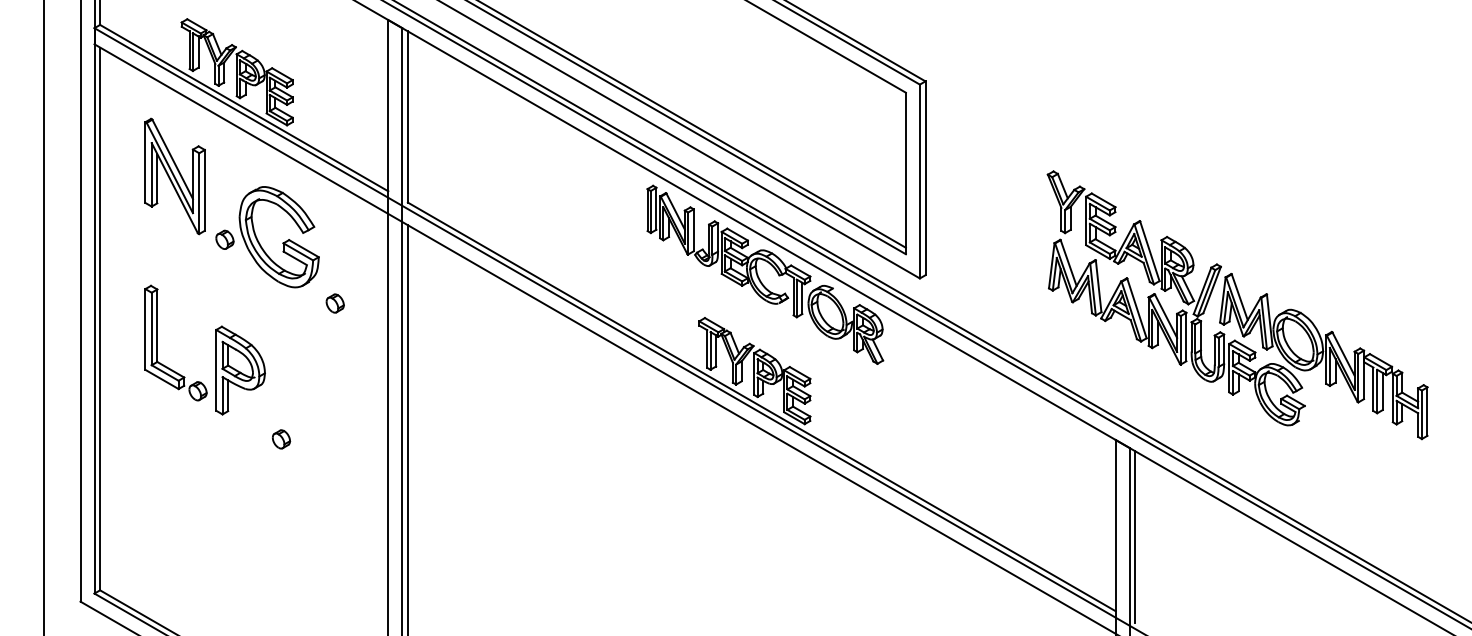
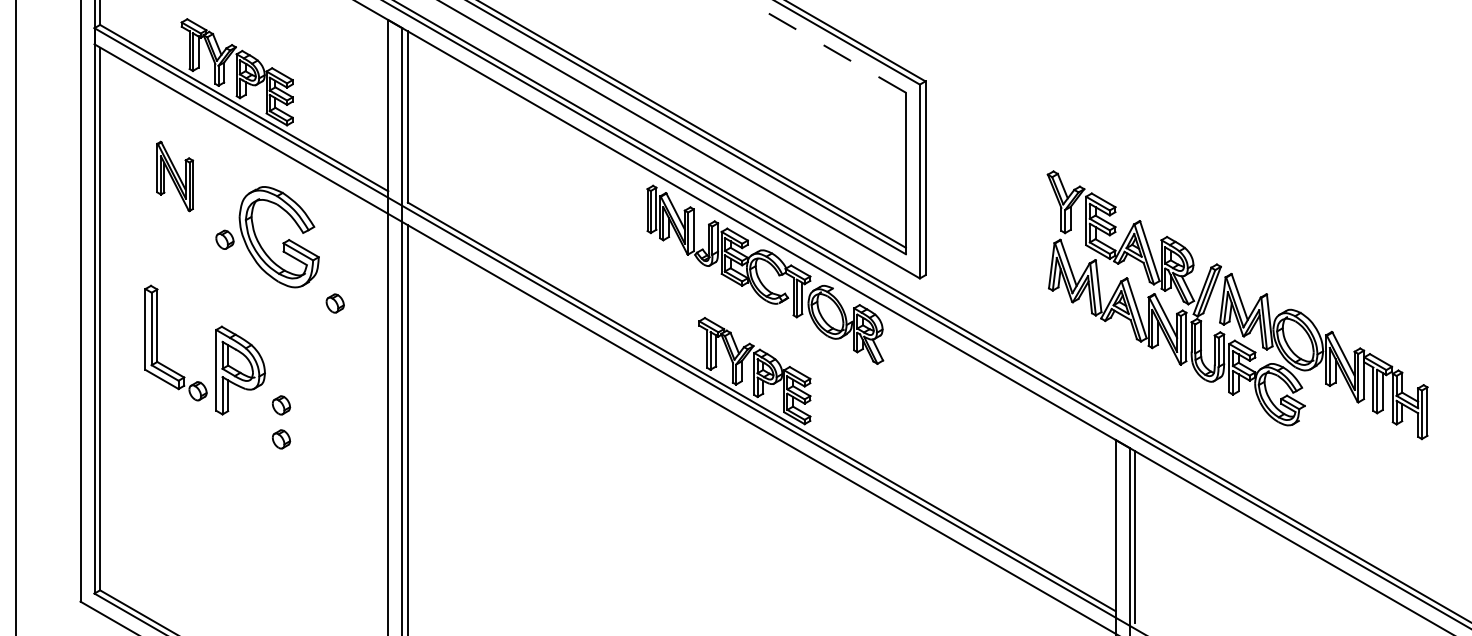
line at (825, 46): solid -> dashed
part at (174, 176) size: 62x119 px -> 39x73 px
line at (44, 317) position: (44, 317) -> (16, 317)
part at (281, 405): none -> present
